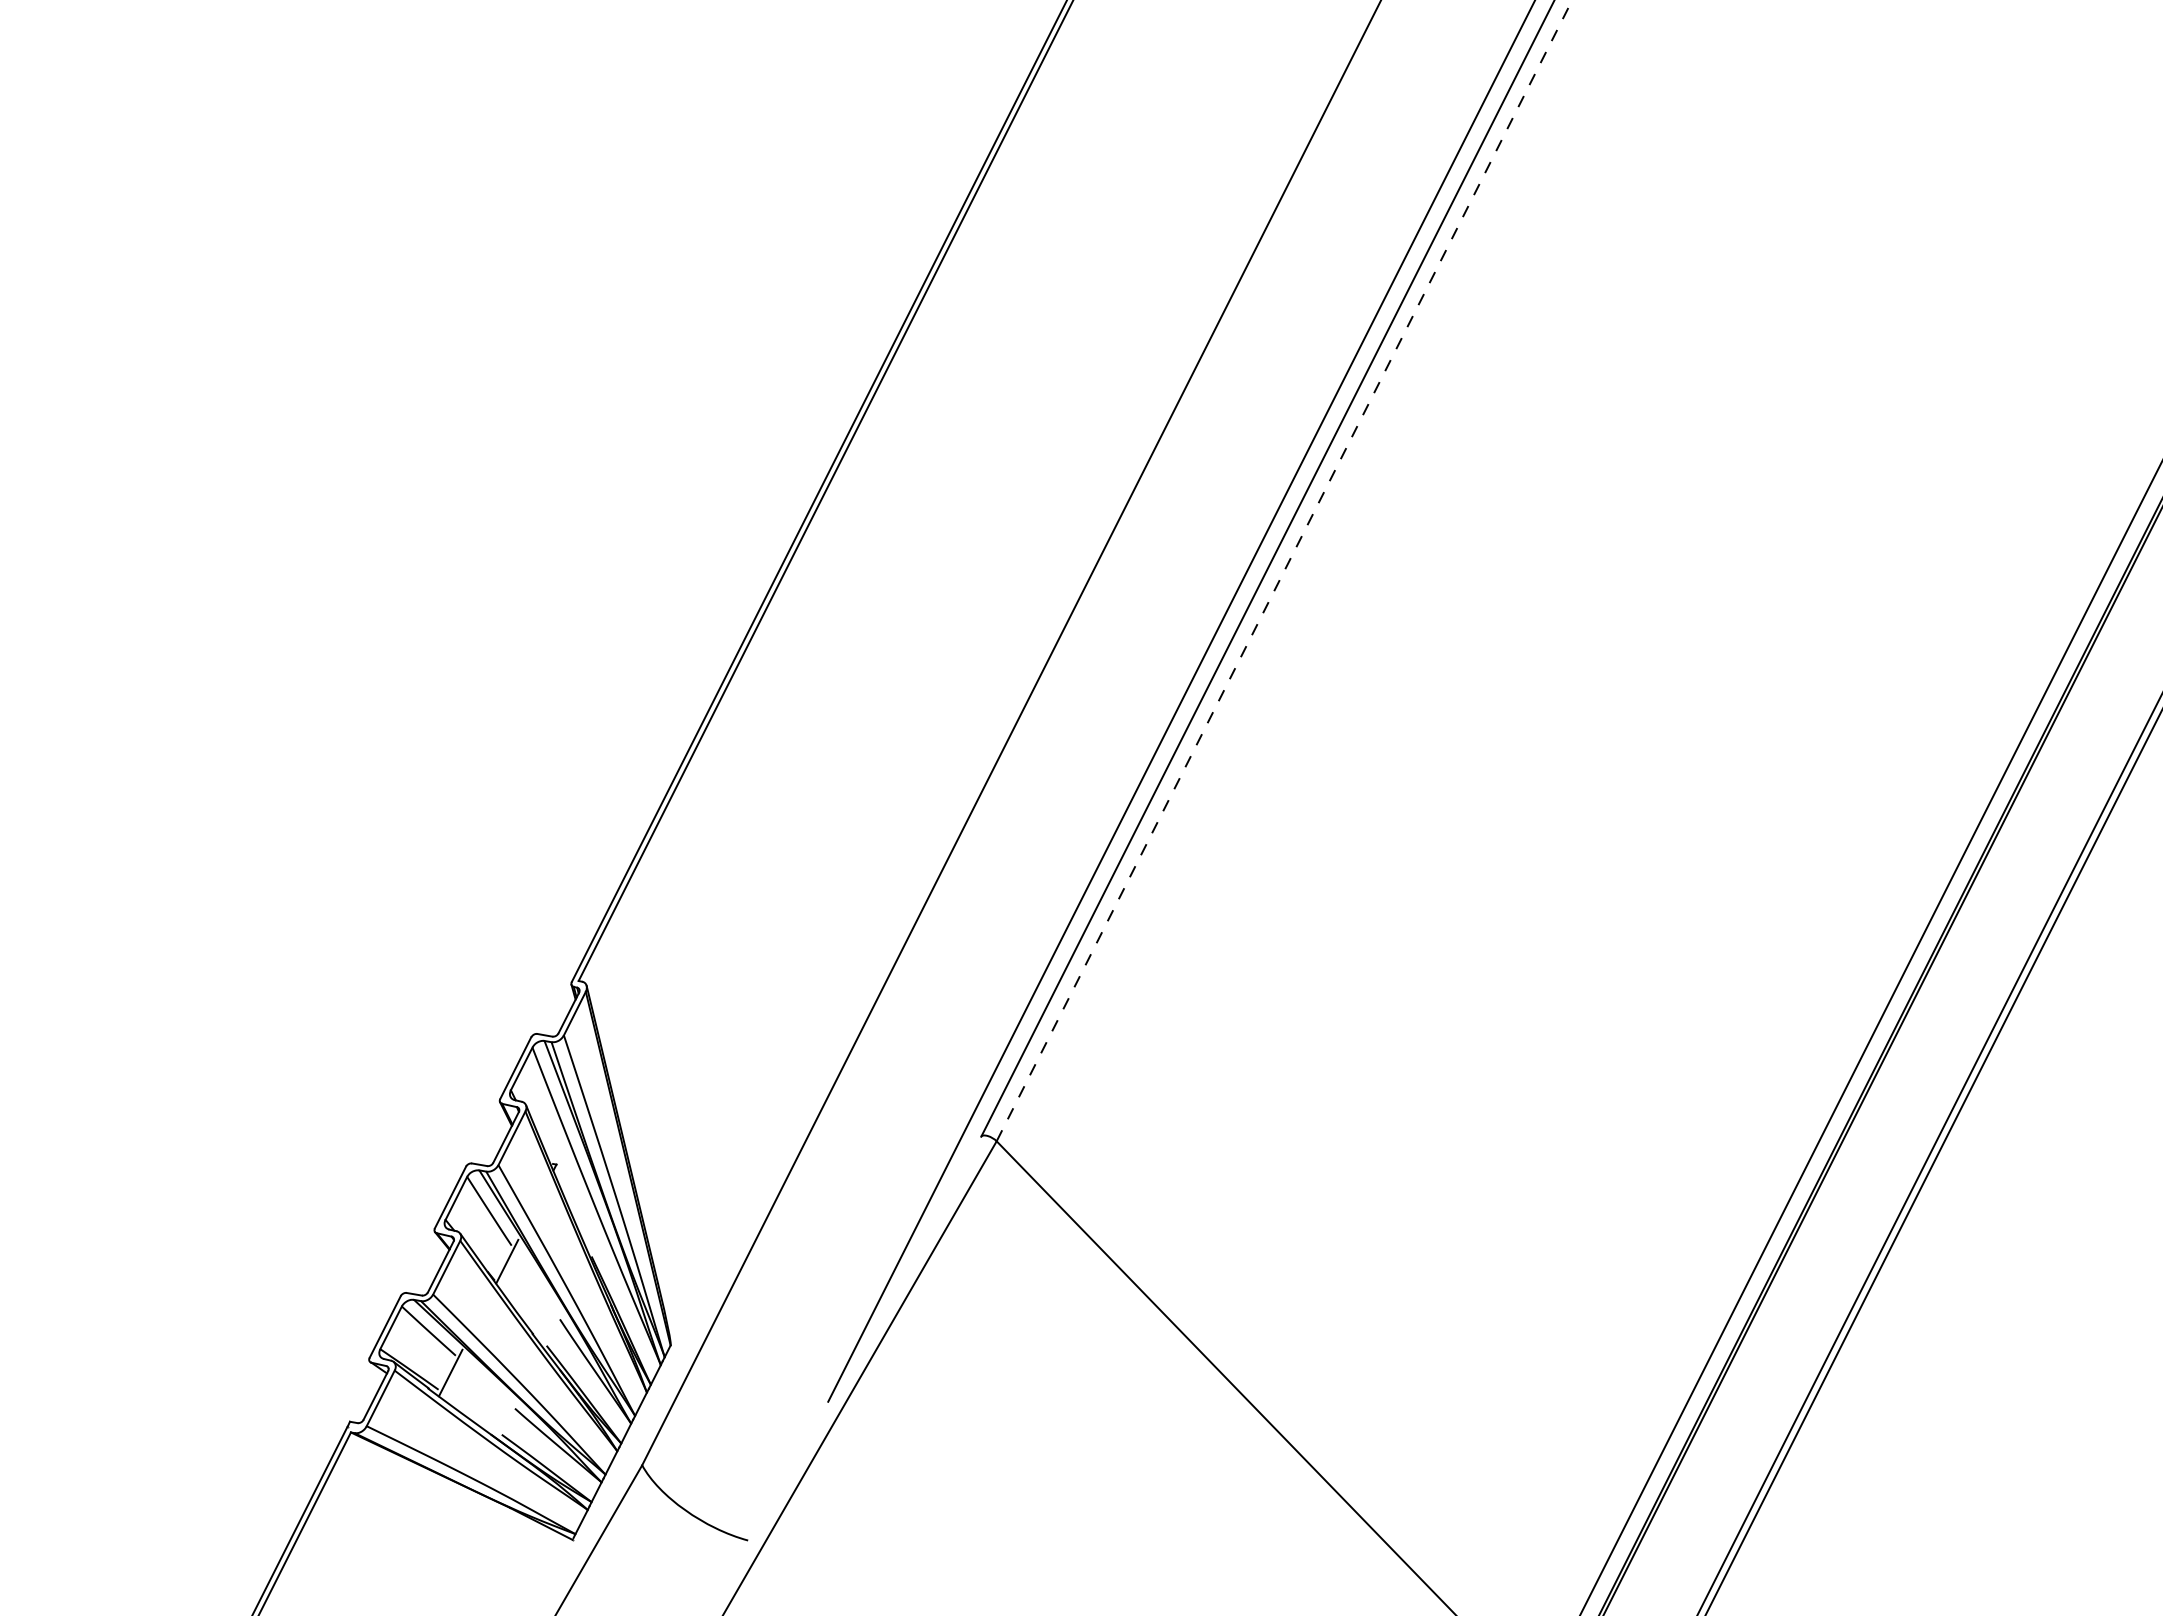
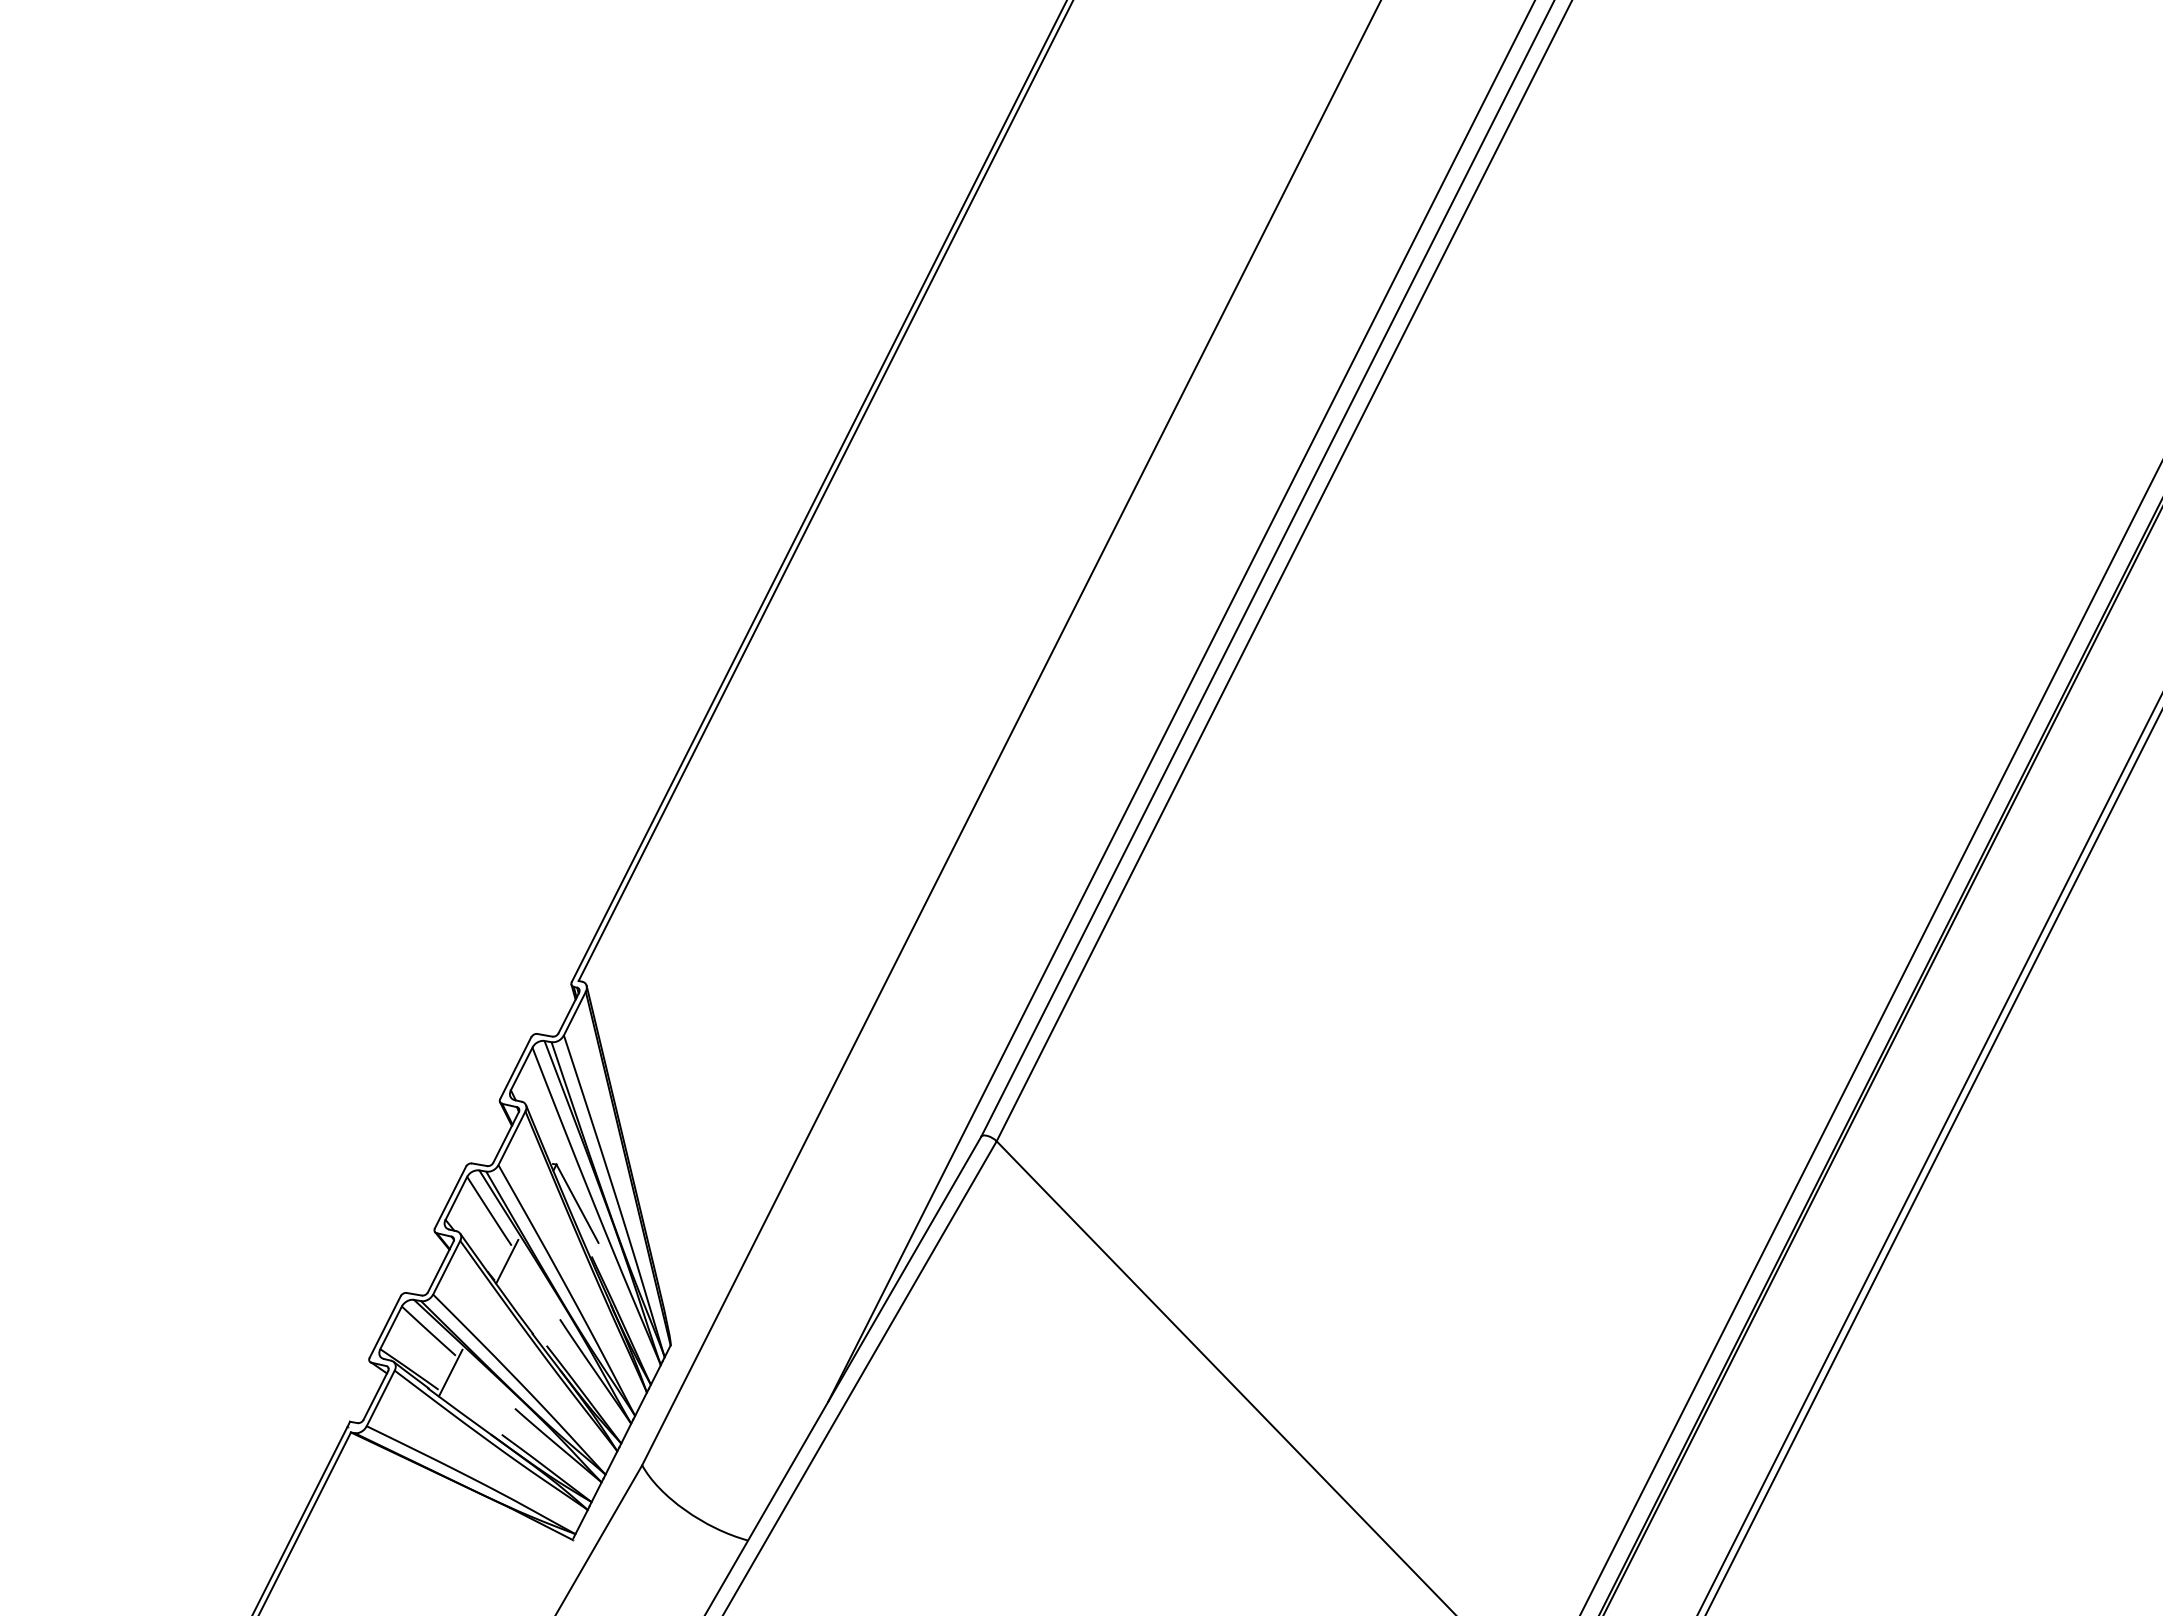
line at (1284, 570): dashed -> solid
line at (577, 1203): none -> present
line at (843, 1374): none -> present
